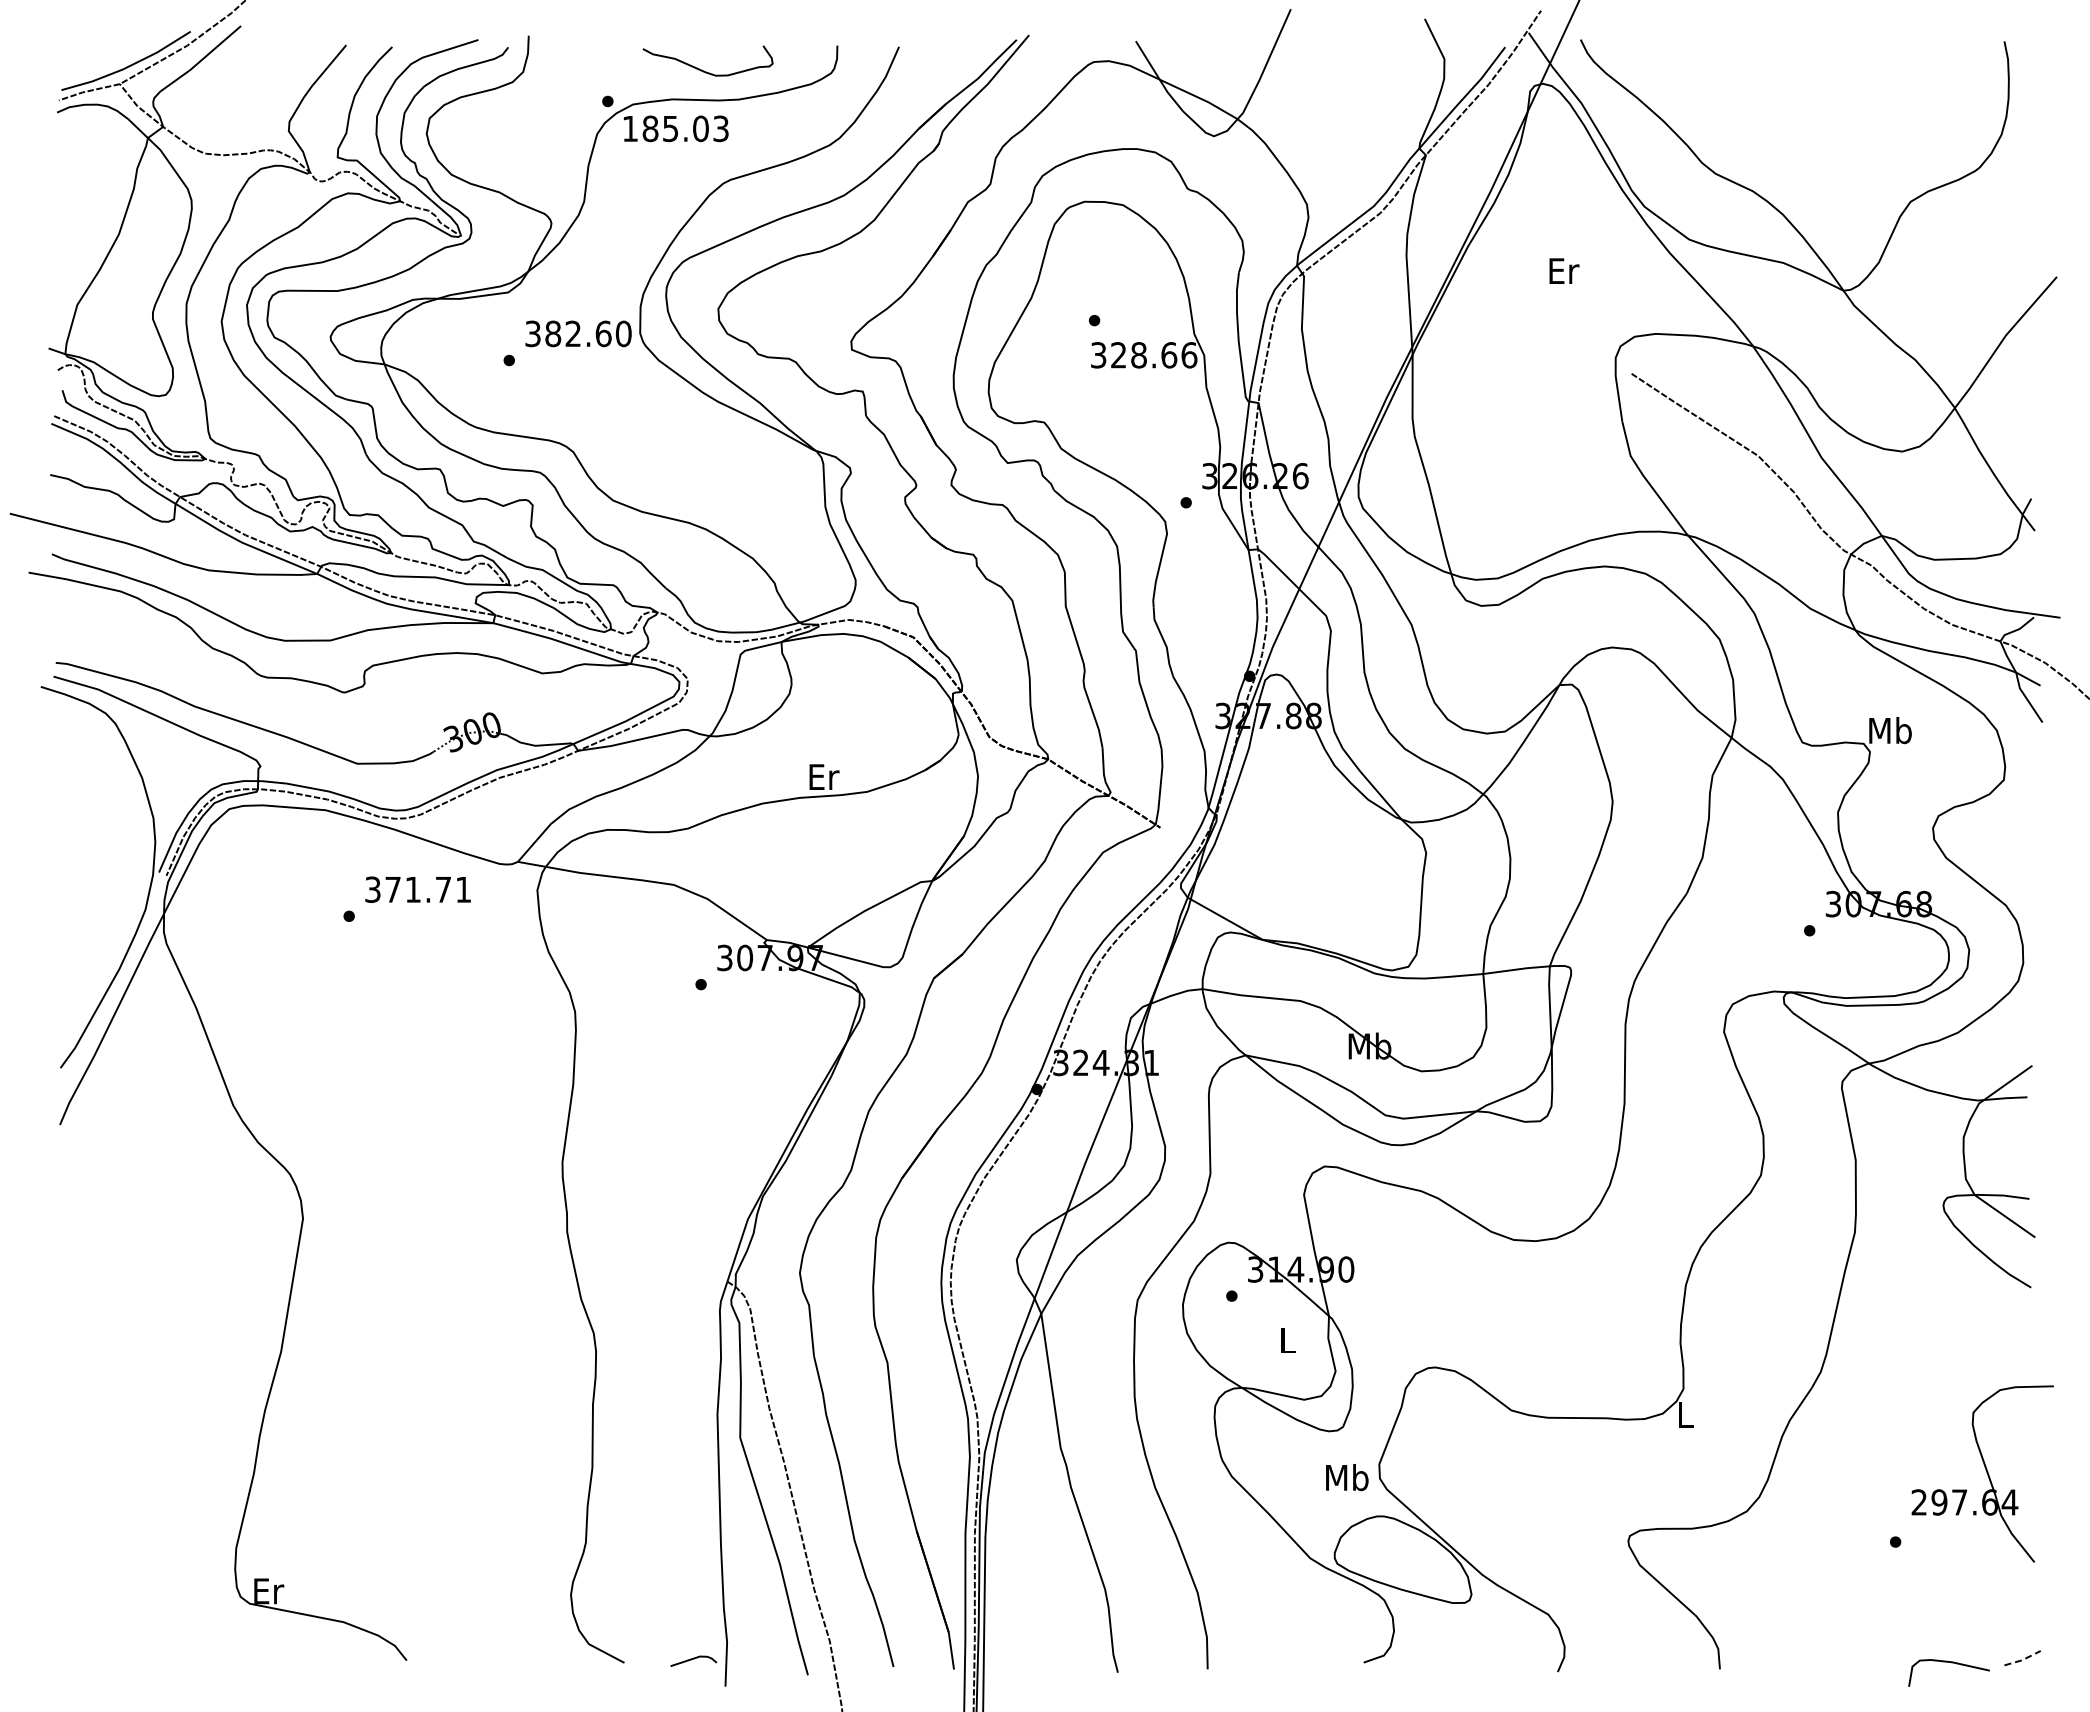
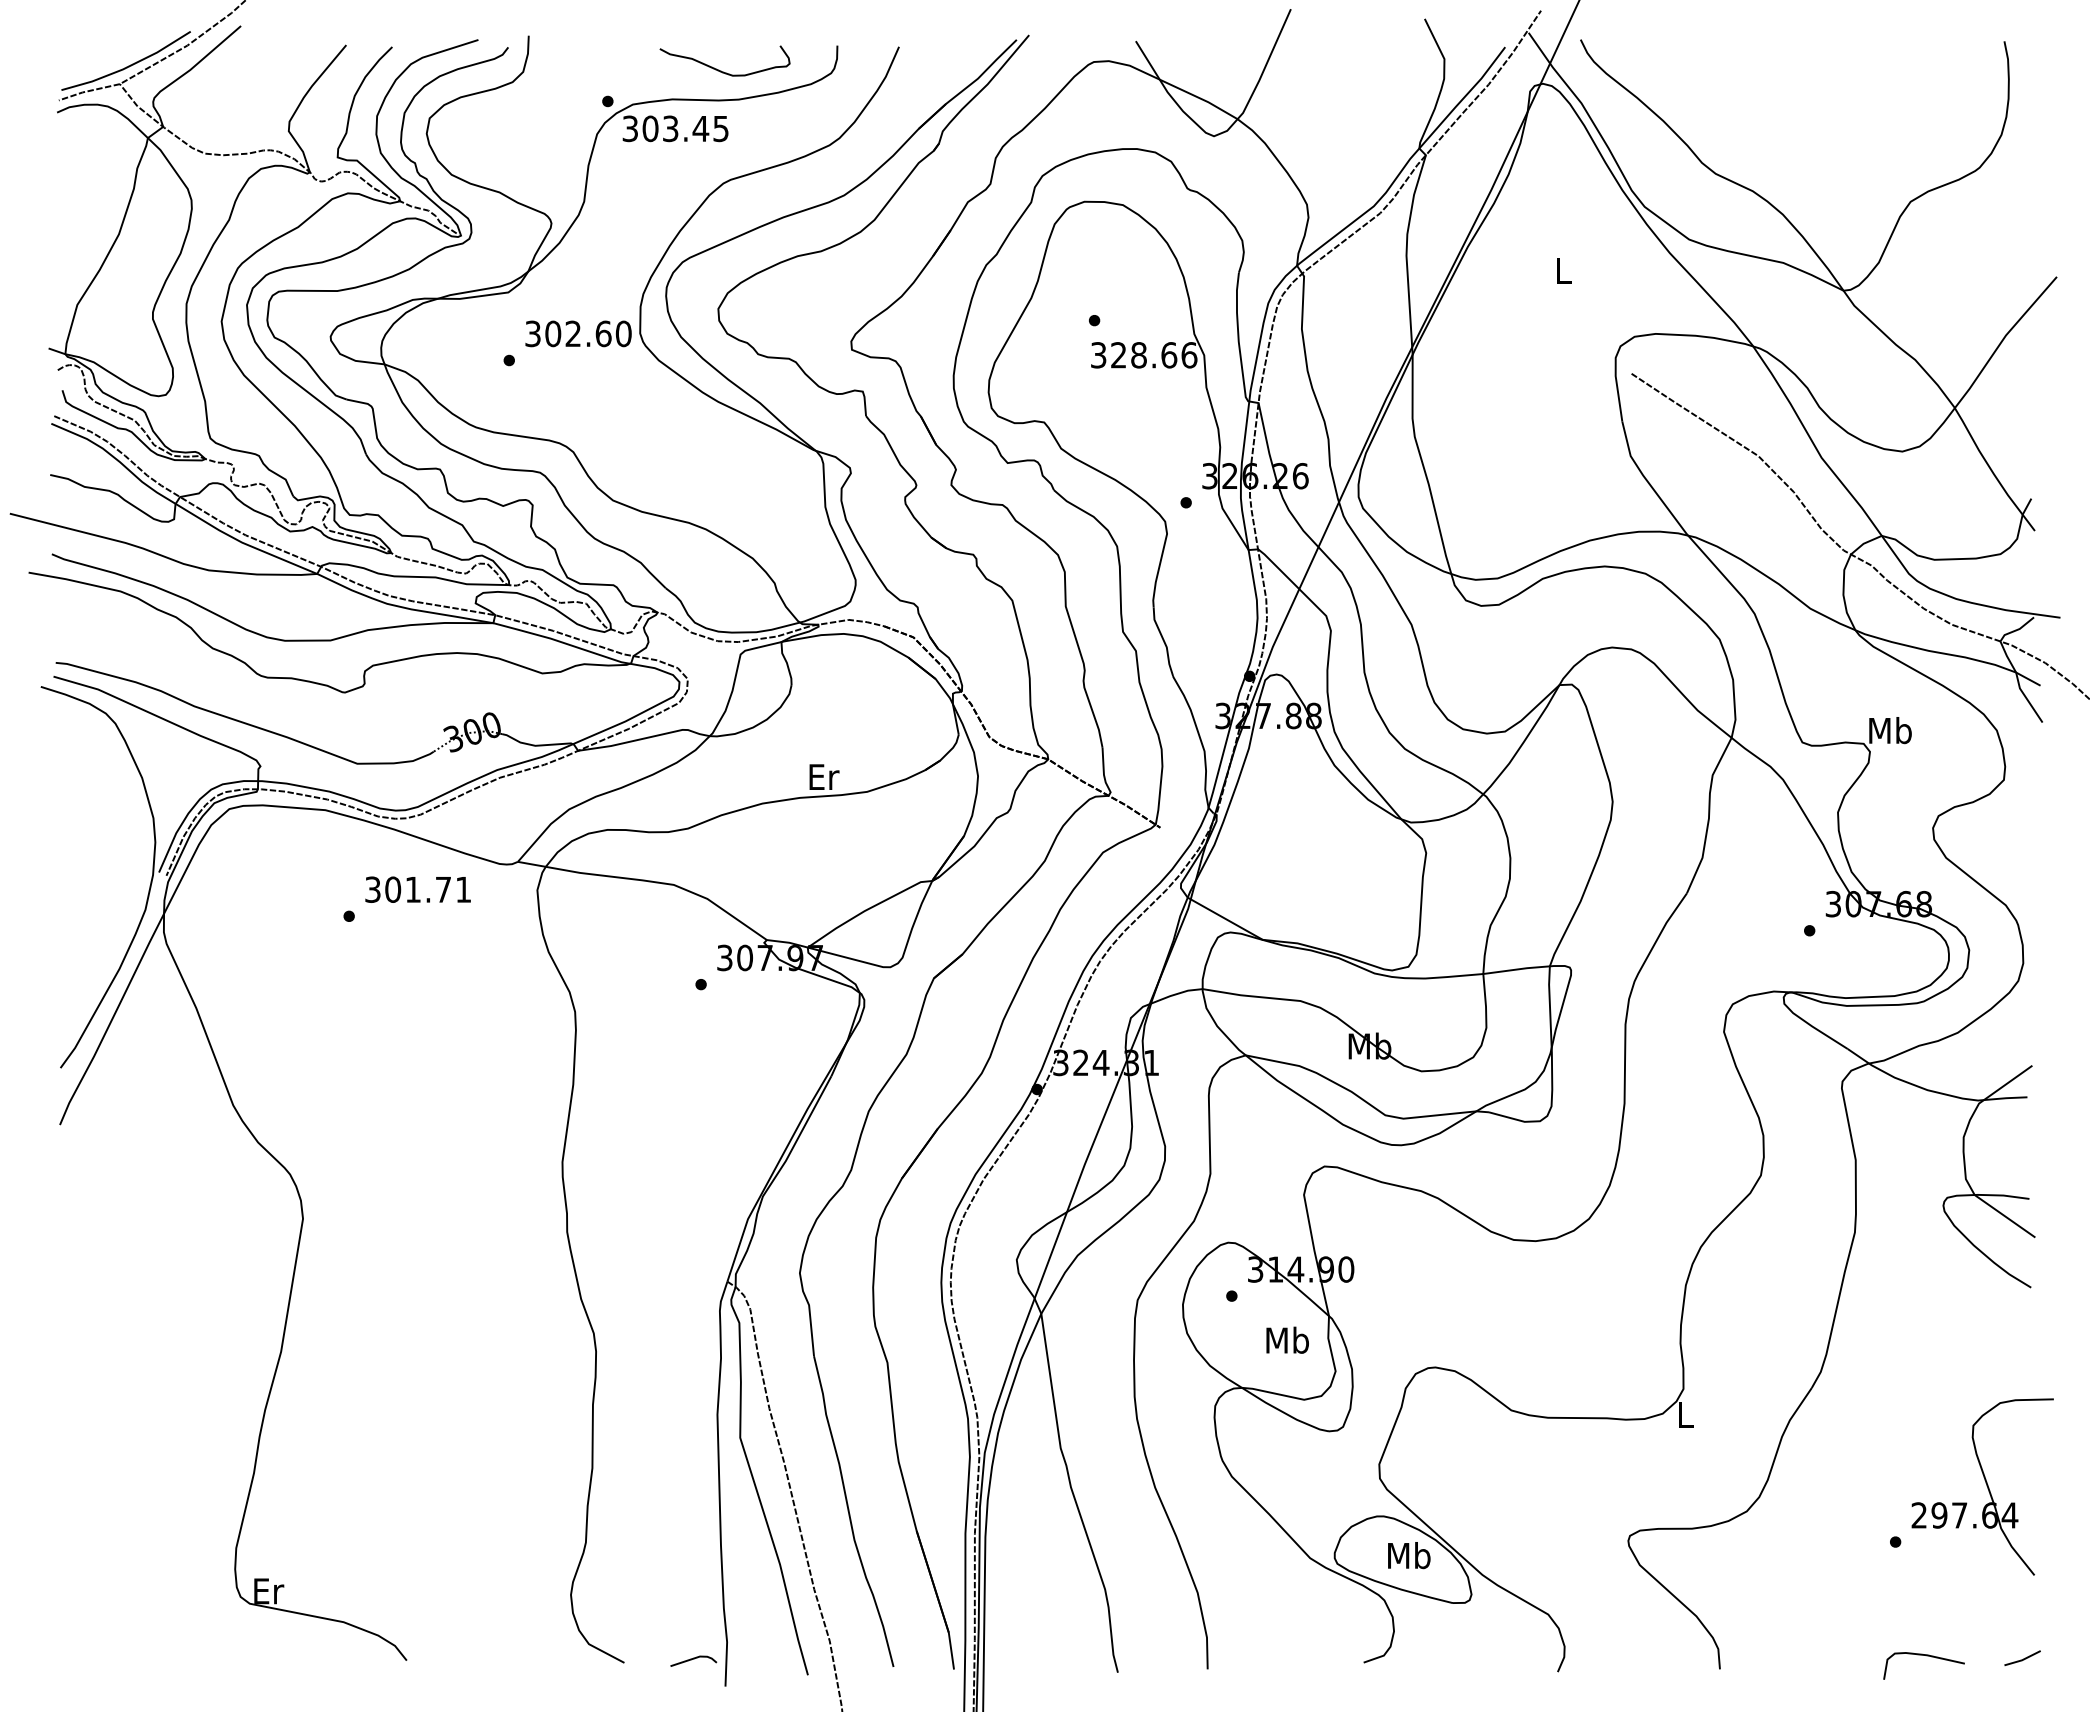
curve at (704, 70) position: (704, 70) -> (721, 70)
text at (675, 128): 185.03 -> 303.45
text at (1564, 270): Er -> L
text at (553, 333): 382.60 -> 302.60
text at (393, 889): 371.71 -> 301.71
text at (1287, 1339): L -> Mb
part at (1982, 1473) position: (1982, 1473) -> (1982, 1486)
text at (1347, 1477) position: (1347, 1477) -> (1409, 1555)
line at (2022, 1659): dashed -> solid
curve at (1951, 1663) position: (1951, 1663) -> (1926, 1656)
